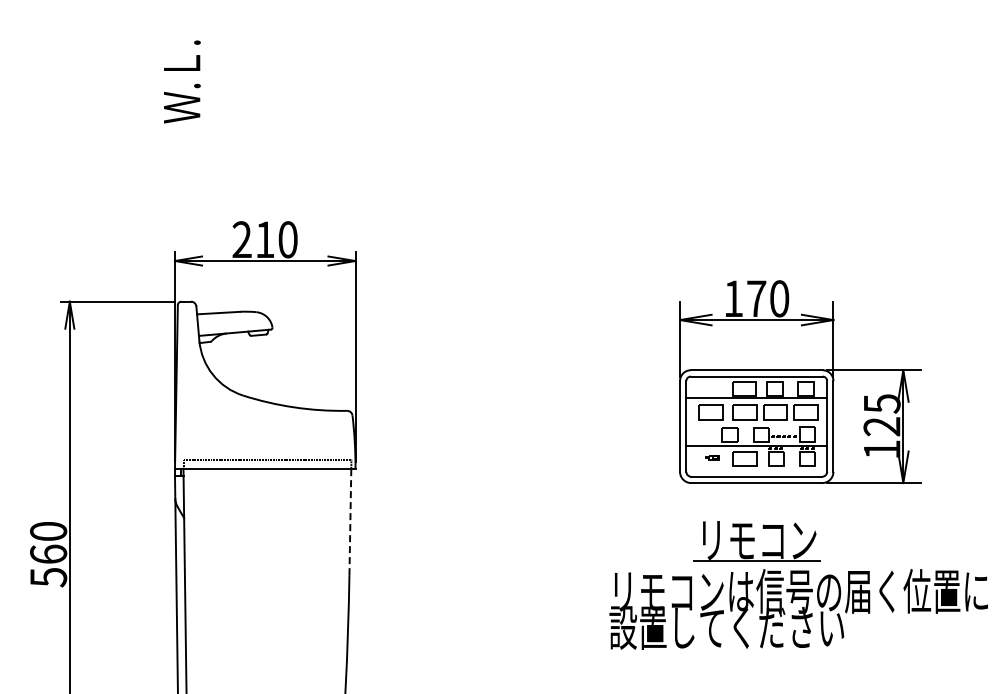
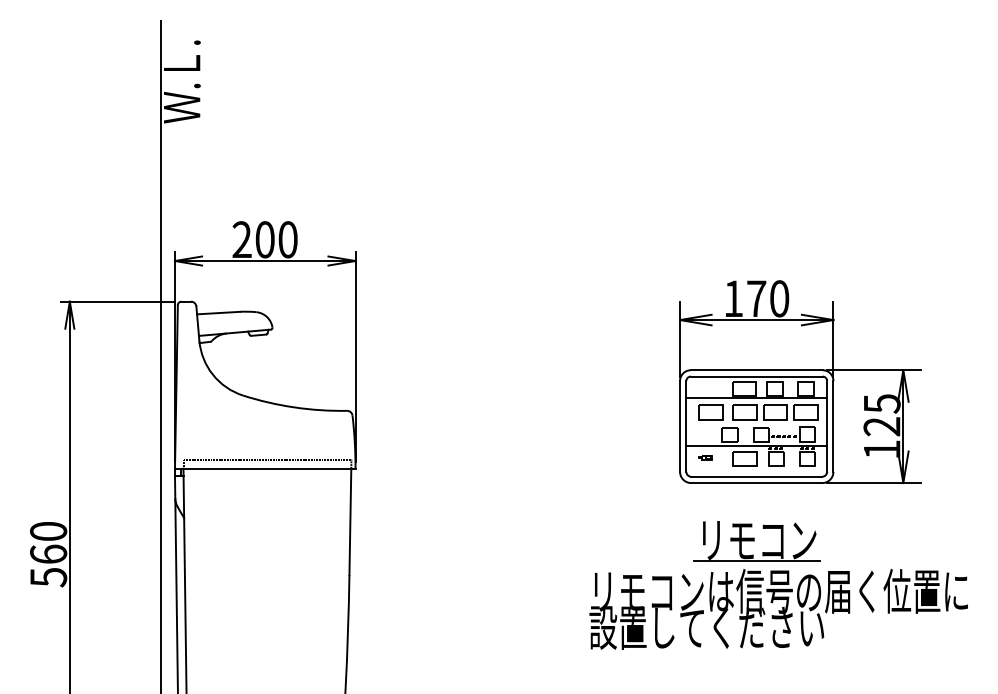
text at (264, 239): 210 -> 200
line at (161, 355): none -> present
part at (712, 457) position: (712, 457) -> (705, 457)
line at (350, 521): dashed -> solid
text at (798, 609) position: (798, 609) -> (778, 609)
